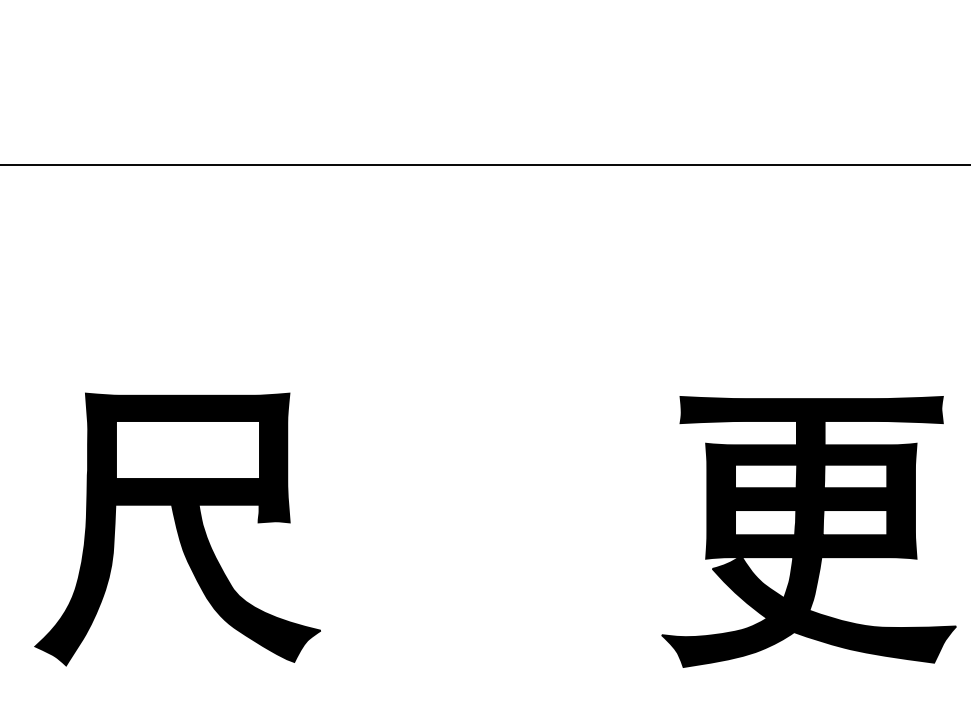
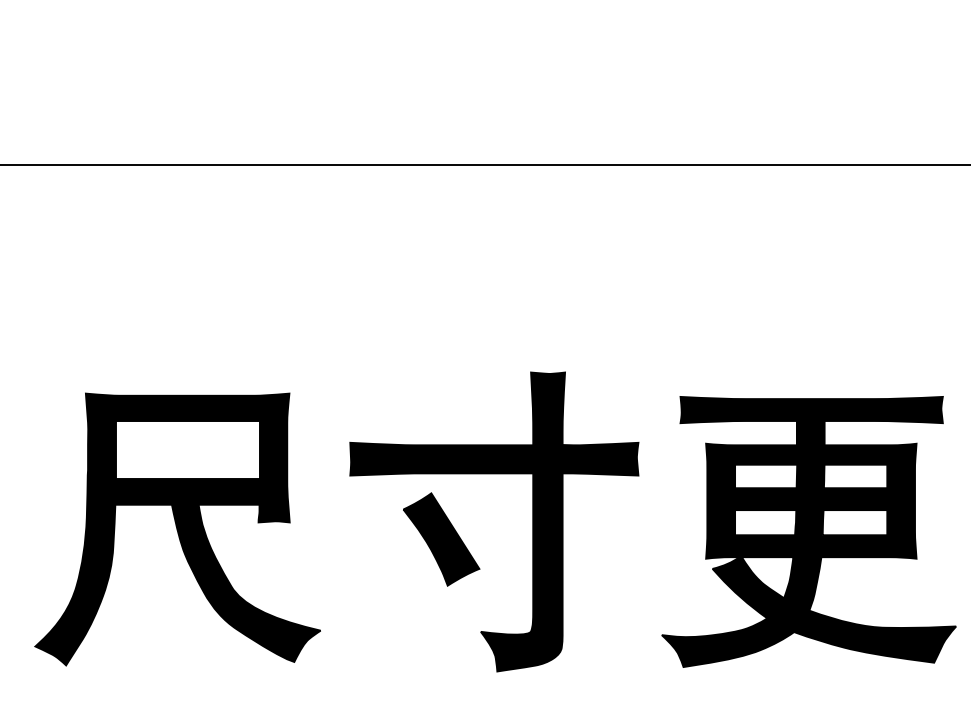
part at (461, 538): none -> present
